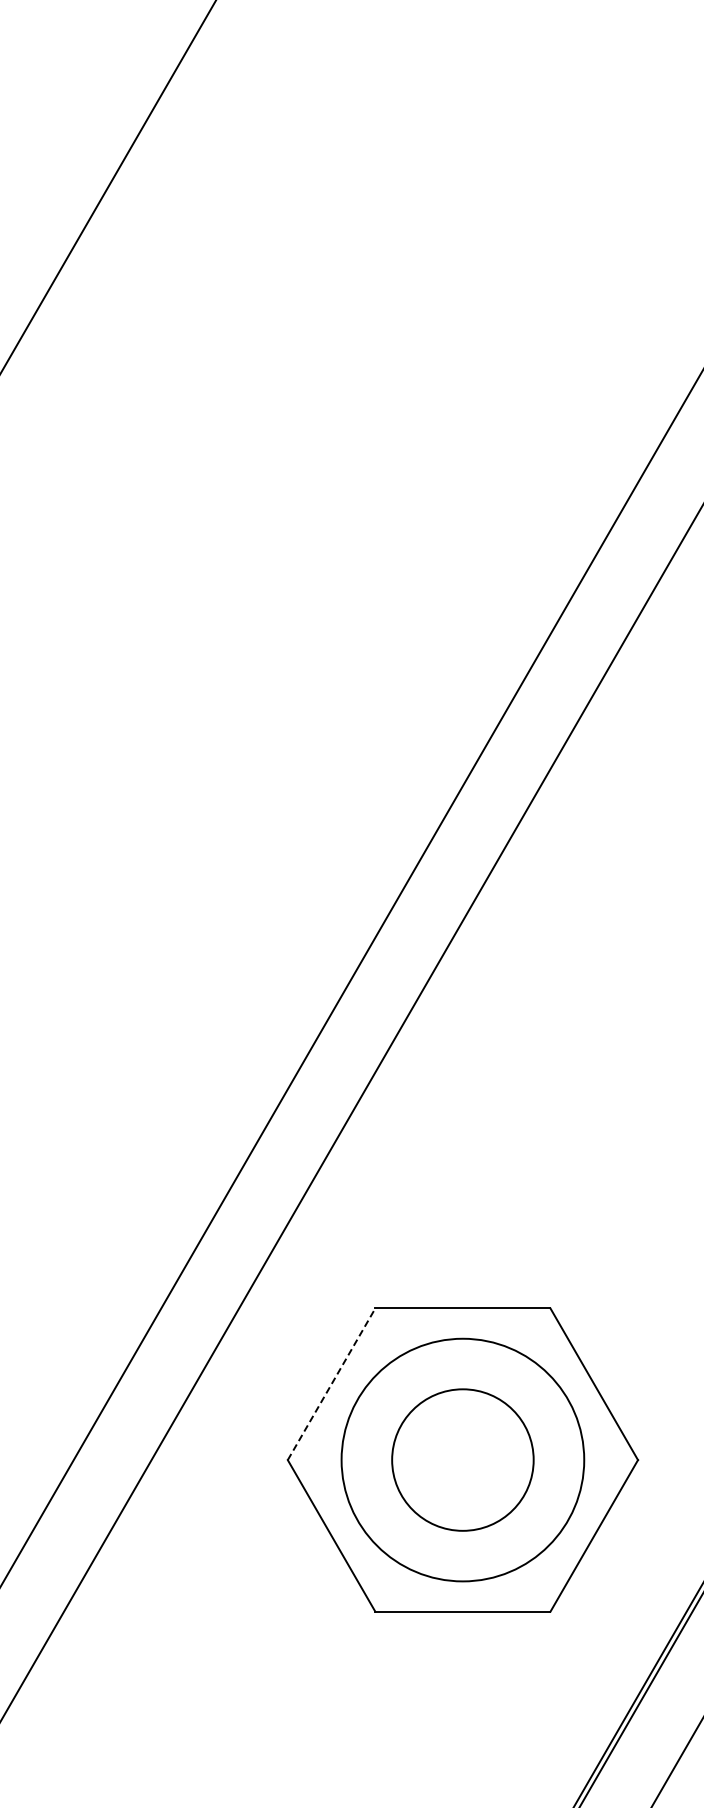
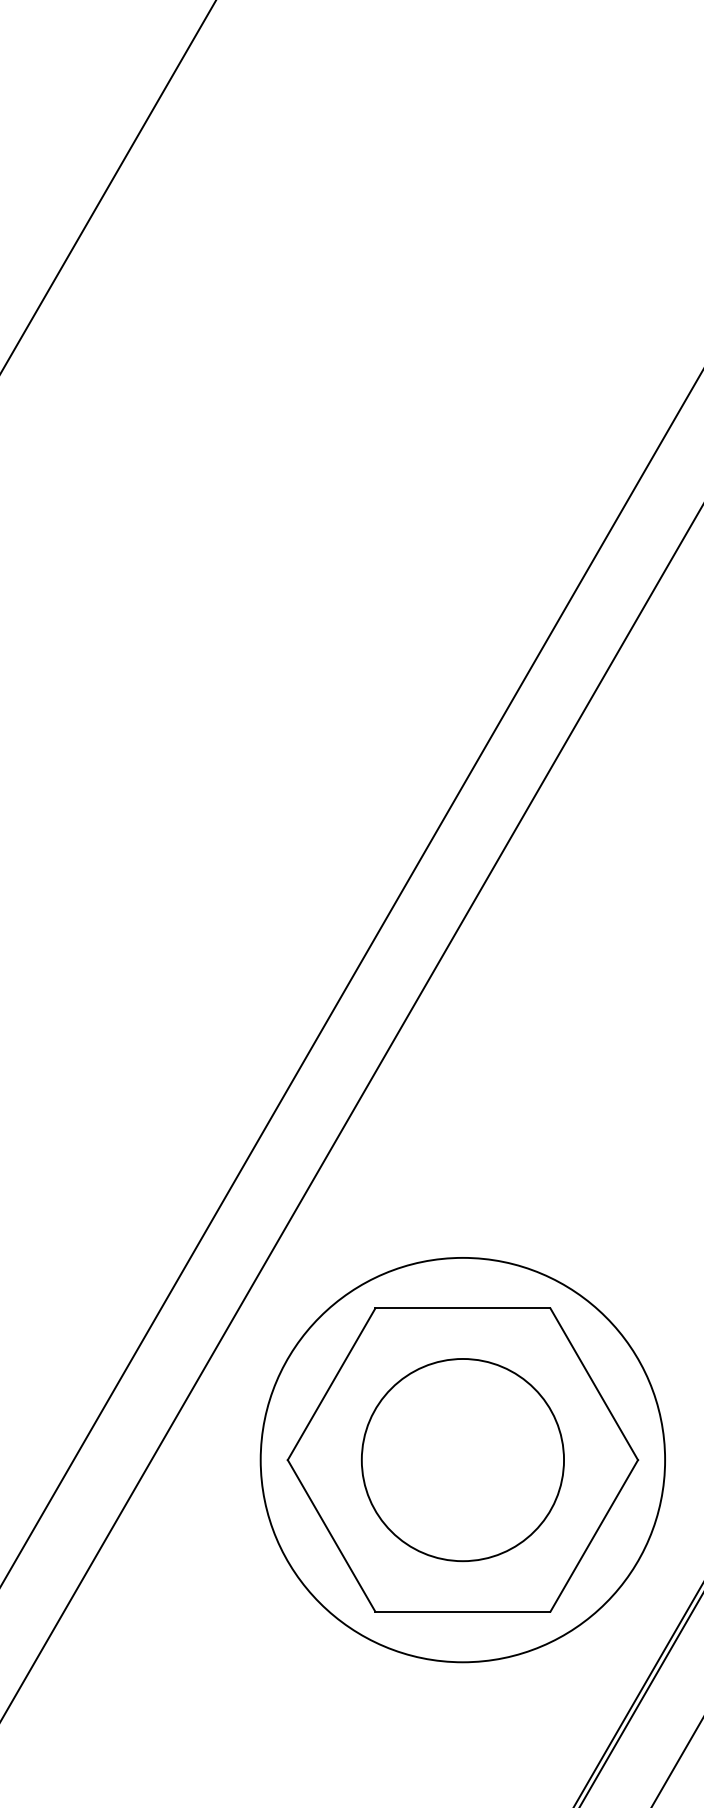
line at (331, 1384): dashed -> solid
circle at (462, 1459) diameter: 142 px -> 202 px
circle at (462, 1459) diameter: 243 px -> 404 px
